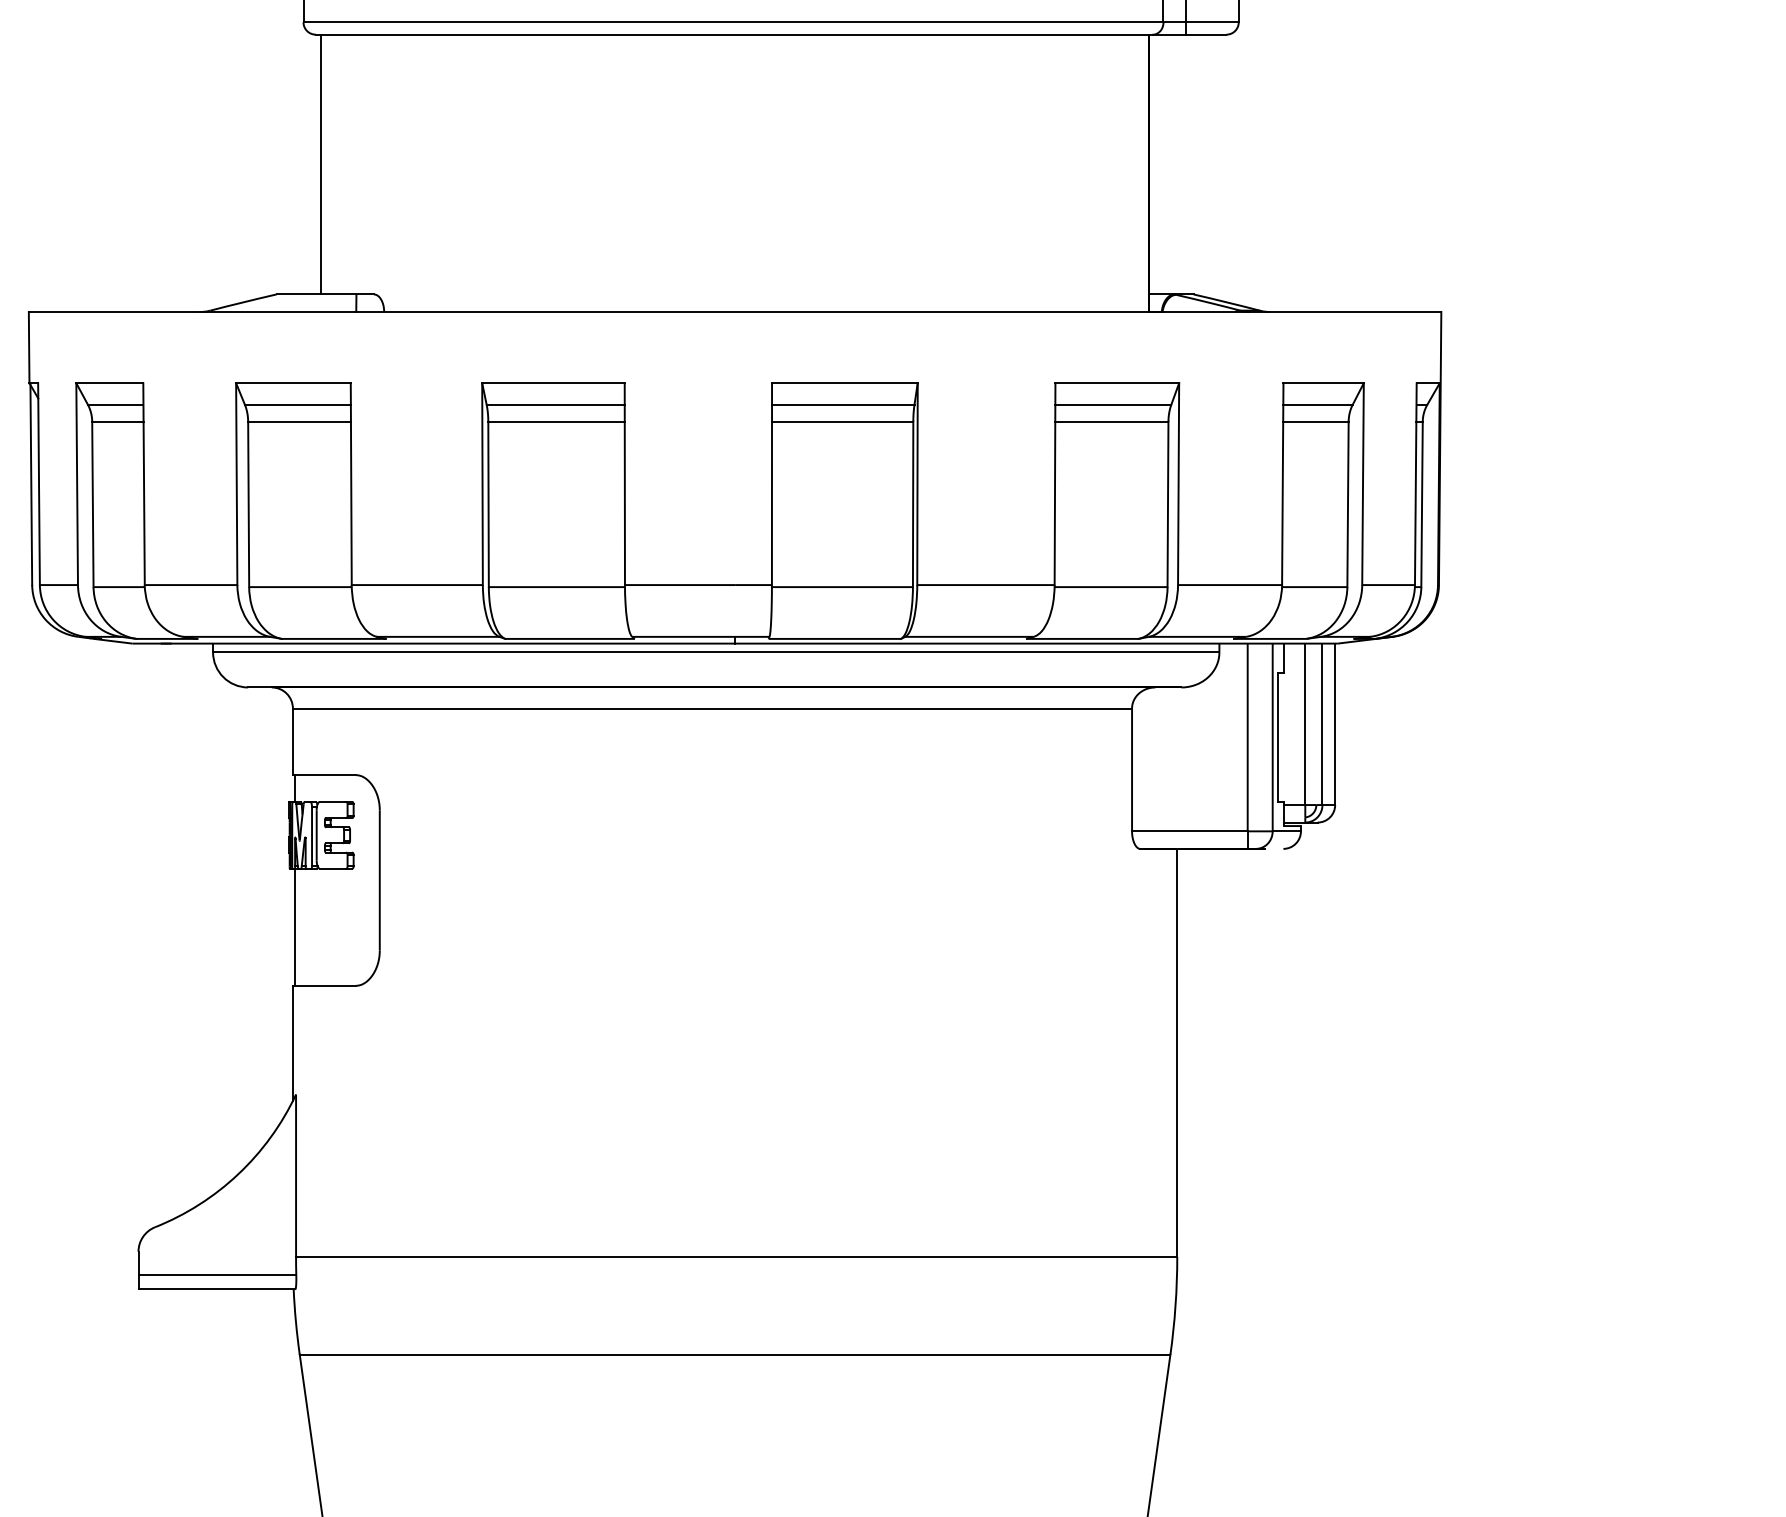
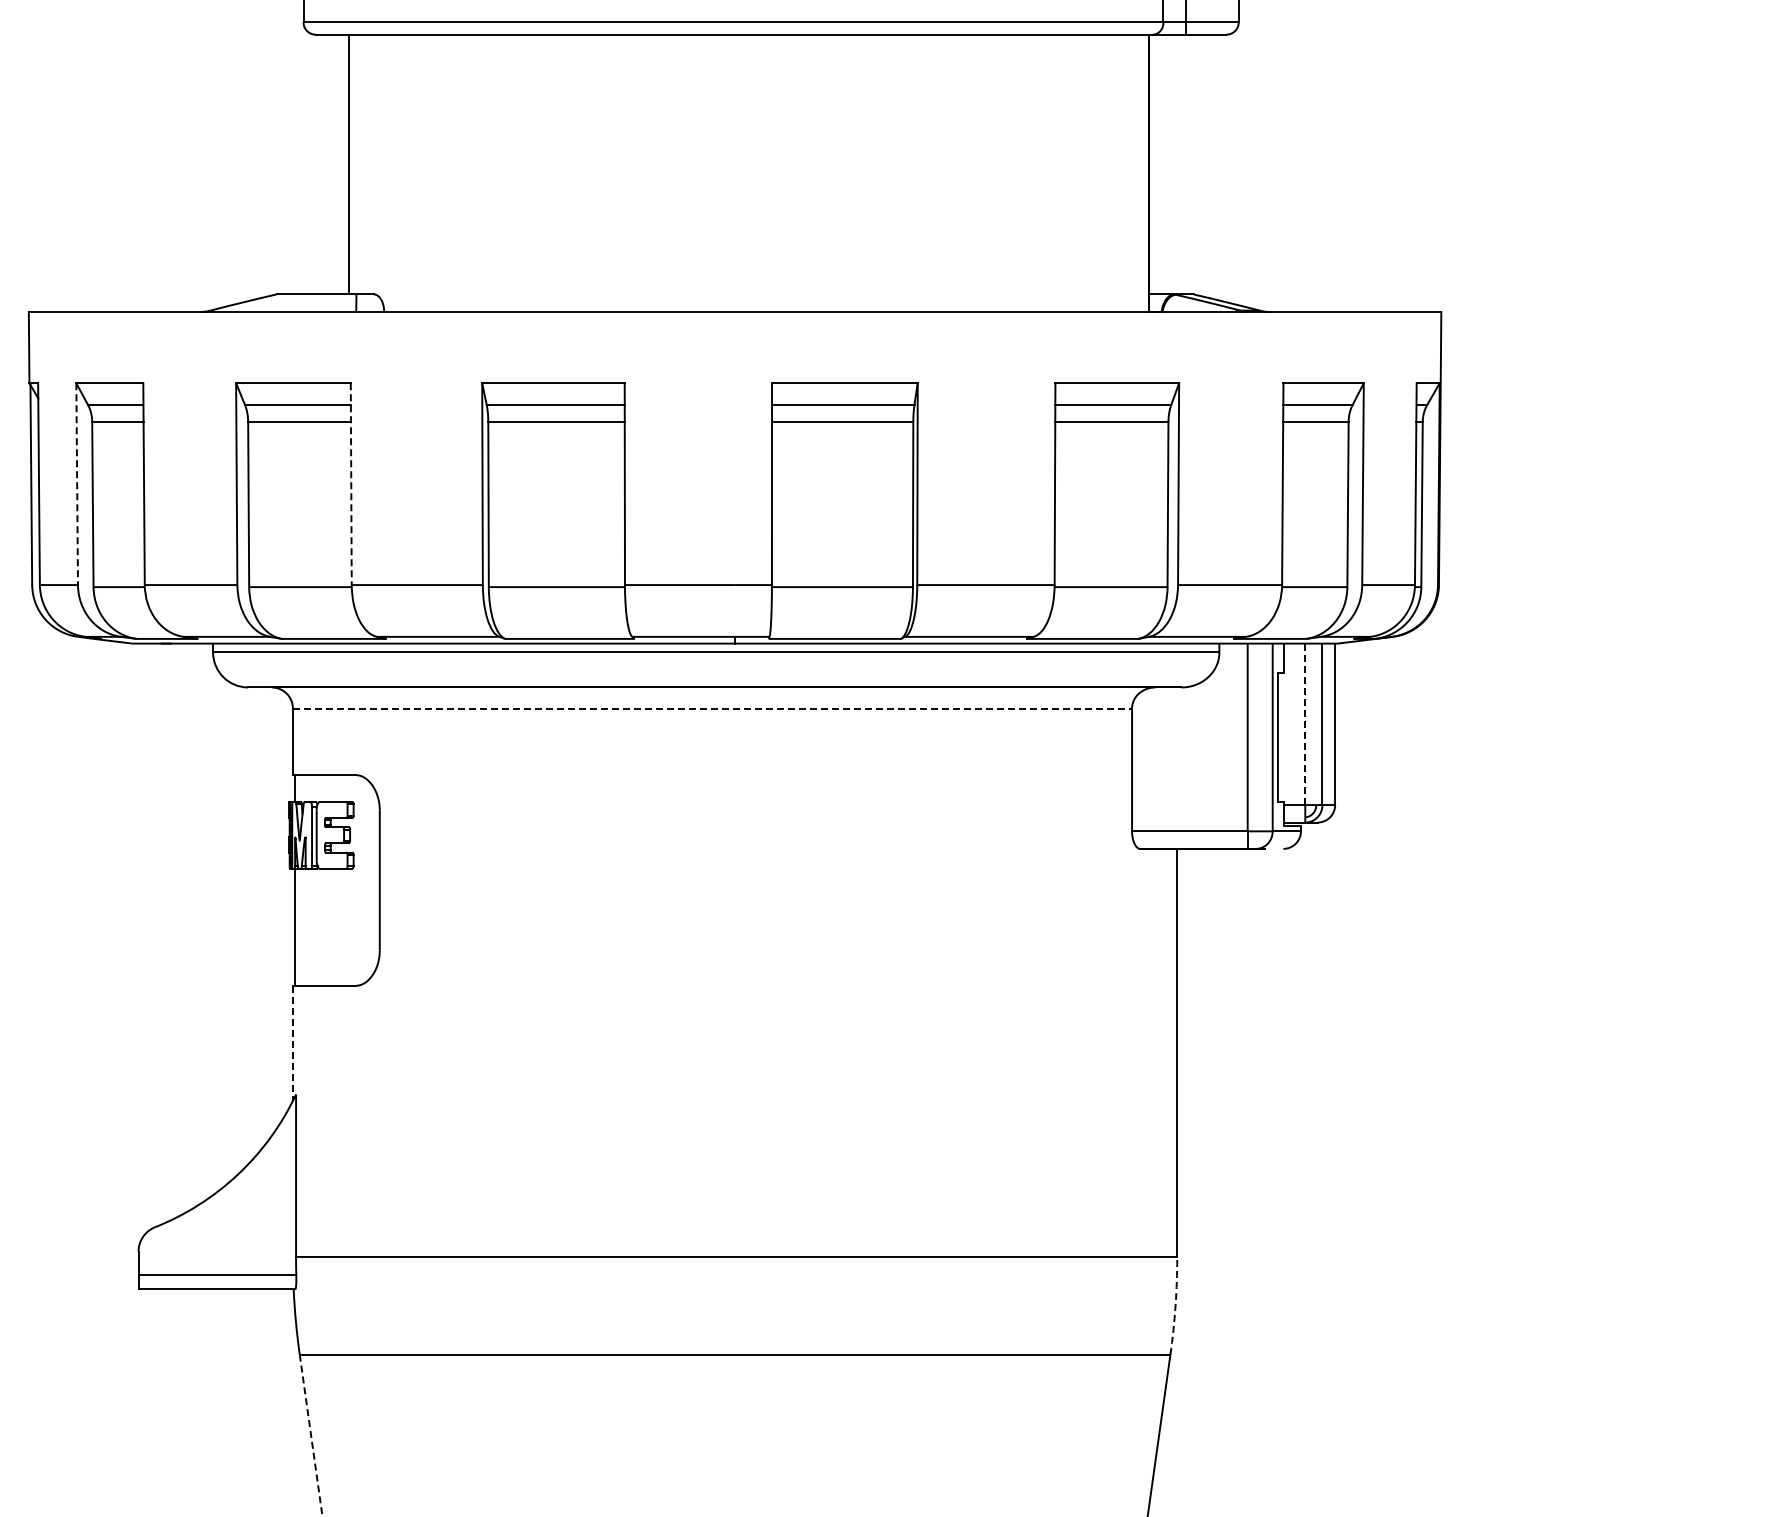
line at (321, 164) position: (321, 164) -> (349, 164)
line at (77, 484): solid -> dashed
line at (351, 484): solid -> dashed
line at (712, 708): solid -> dashed
line at (1305, 724): solid -> dashed
line at (292, 1043): solid -> dashed
arc at (1175, 1305): solid -> dashed
line at (311, 1435): solid -> dashed
